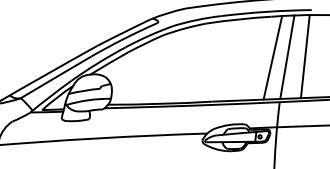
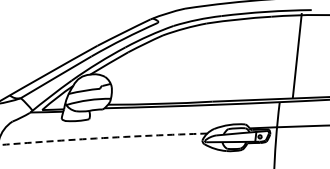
line at (287, 56): present -> none
line at (304, 56) position: (304, 56) -> (296, 55)
line at (272, 57): present -> none
arc at (103, 138): solid -> dashed
